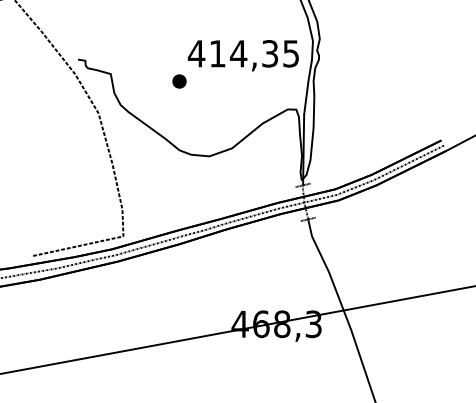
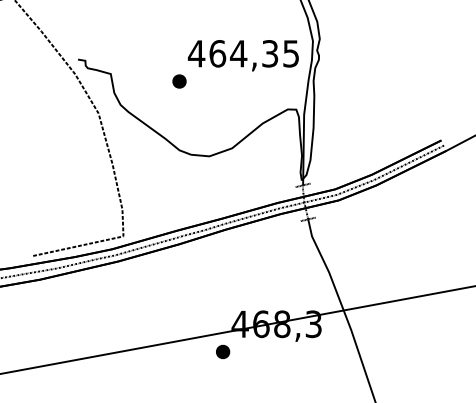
text at (217, 53): 414,35 -> 464,35
part at (223, 351): none -> present
